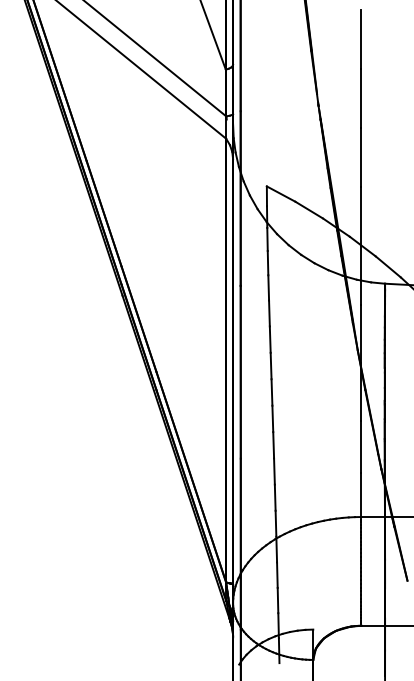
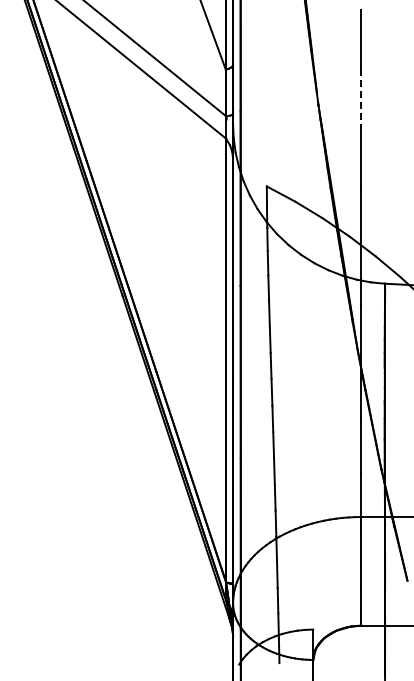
line at (361, 98): solid -> dashed
